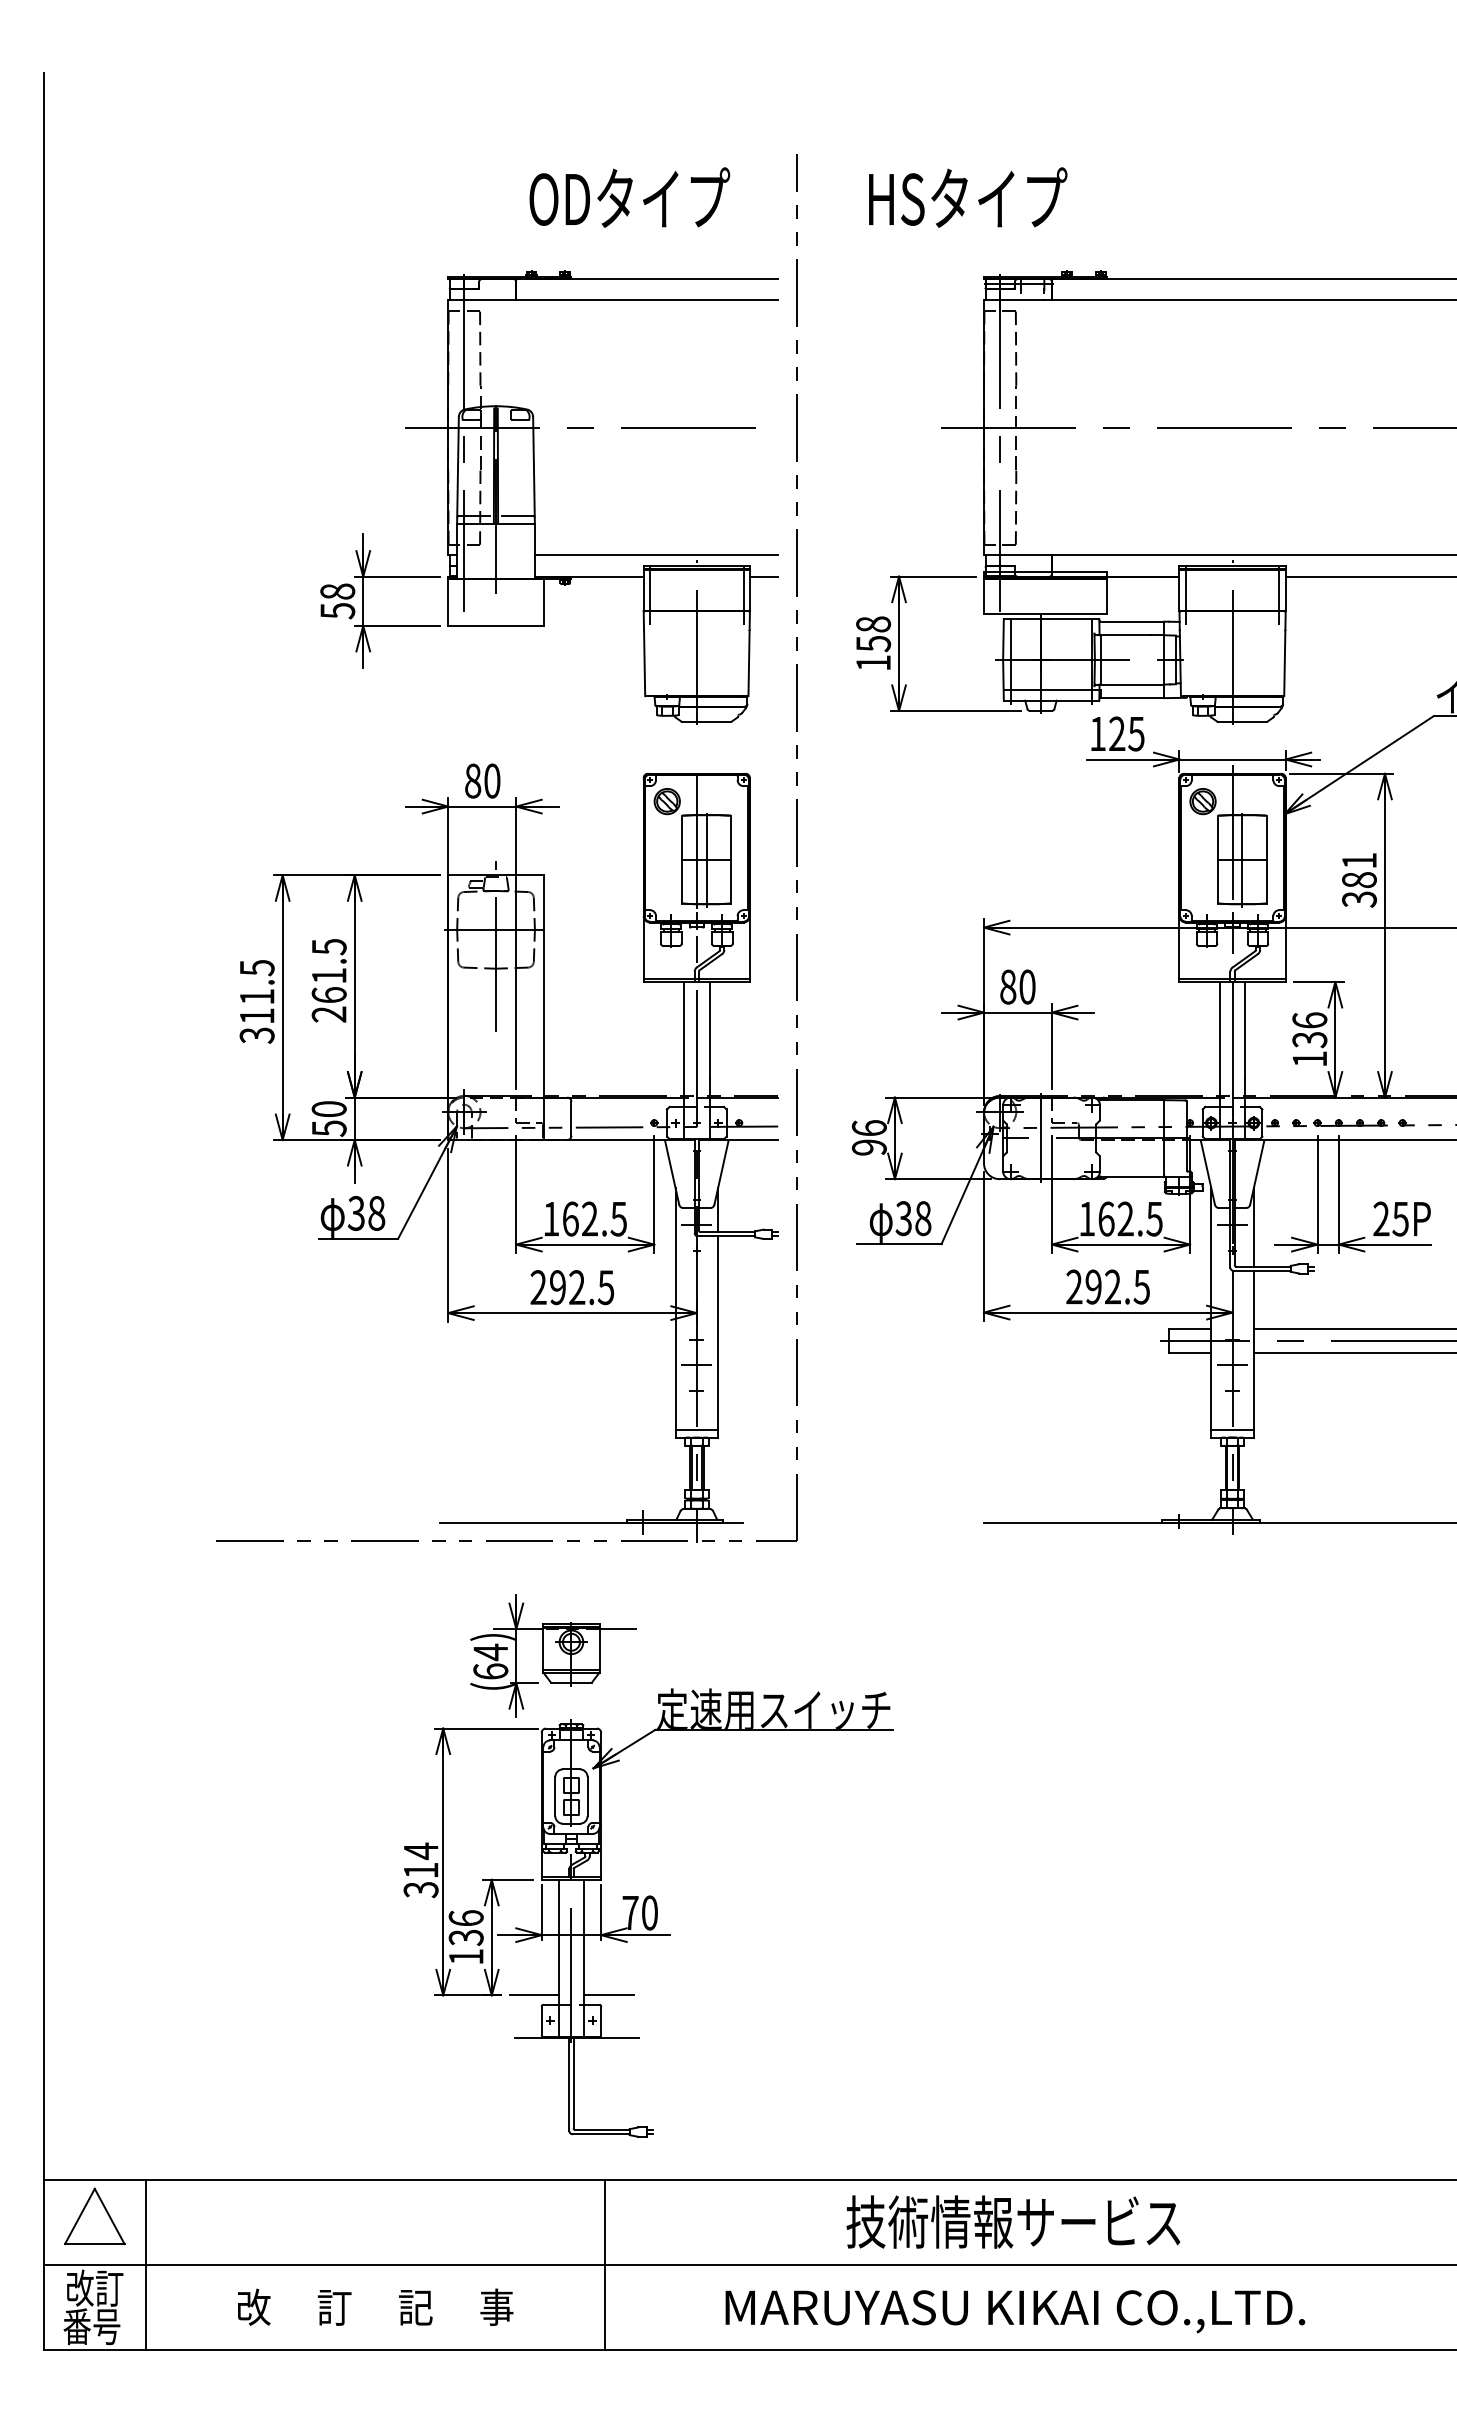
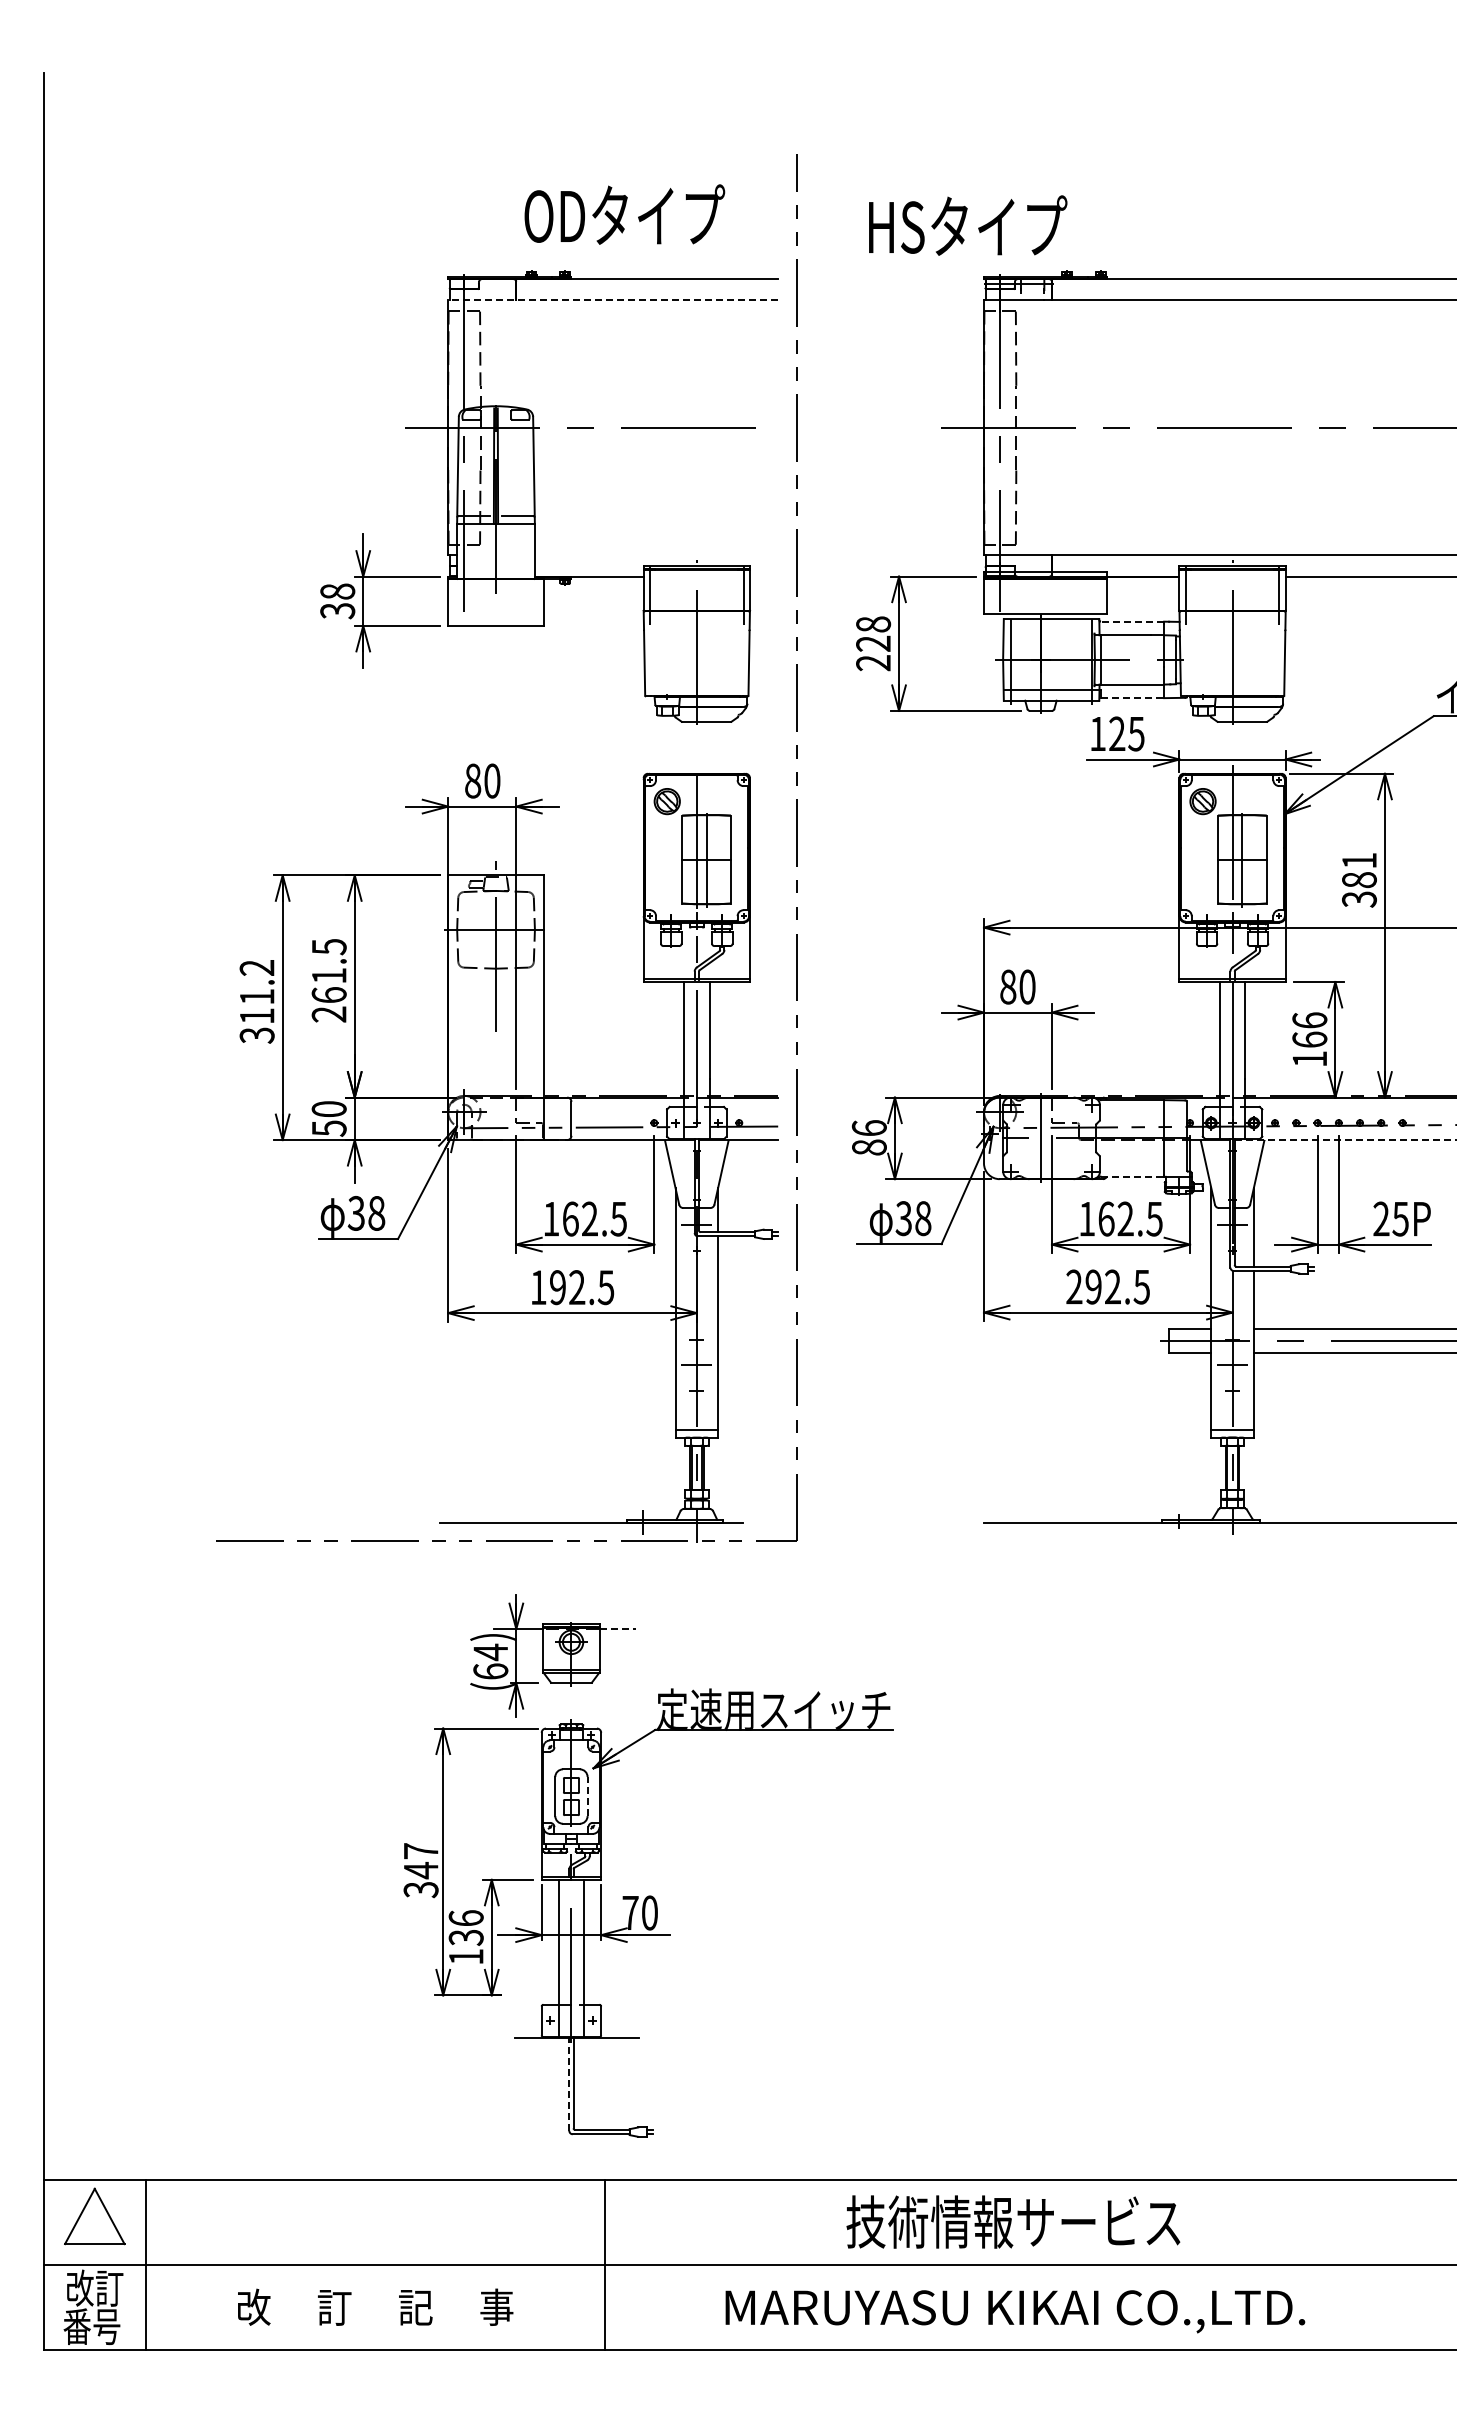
text at (629, 197) position: (629, 197) -> (624, 214)
text at (968, 197) position: (968, 197) -> (968, 225)
line at (612, 300): solid -> dashed
line at (656, 555): present -> none
line at (763, 576): present -> none
text at (337, 611): 58 -> 38
line at (1132, 621): solid -> dashed
text at (873, 653): 158 -> 228
line at (1132, 698): solid -> dashed
text at (256, 968): 311.5 -> 311.2
text at (1309, 1039): 136 -> 166
line at (1345, 1140): solid -> dashed
text at (868, 1147): 96 -> 86
line at (1132, 1176): solid -> dashed
text at (538, 1287): 292.5 -> 192.5
line at (618, 1629): solid -> dashed
line at (587, 1796): solid -> dashed
text at (421, 1860): 314 -> 347
line at (533, 1995): present -> none
line at (608, 1995): present -> none
line at (569, 2083): solid -> dashed
